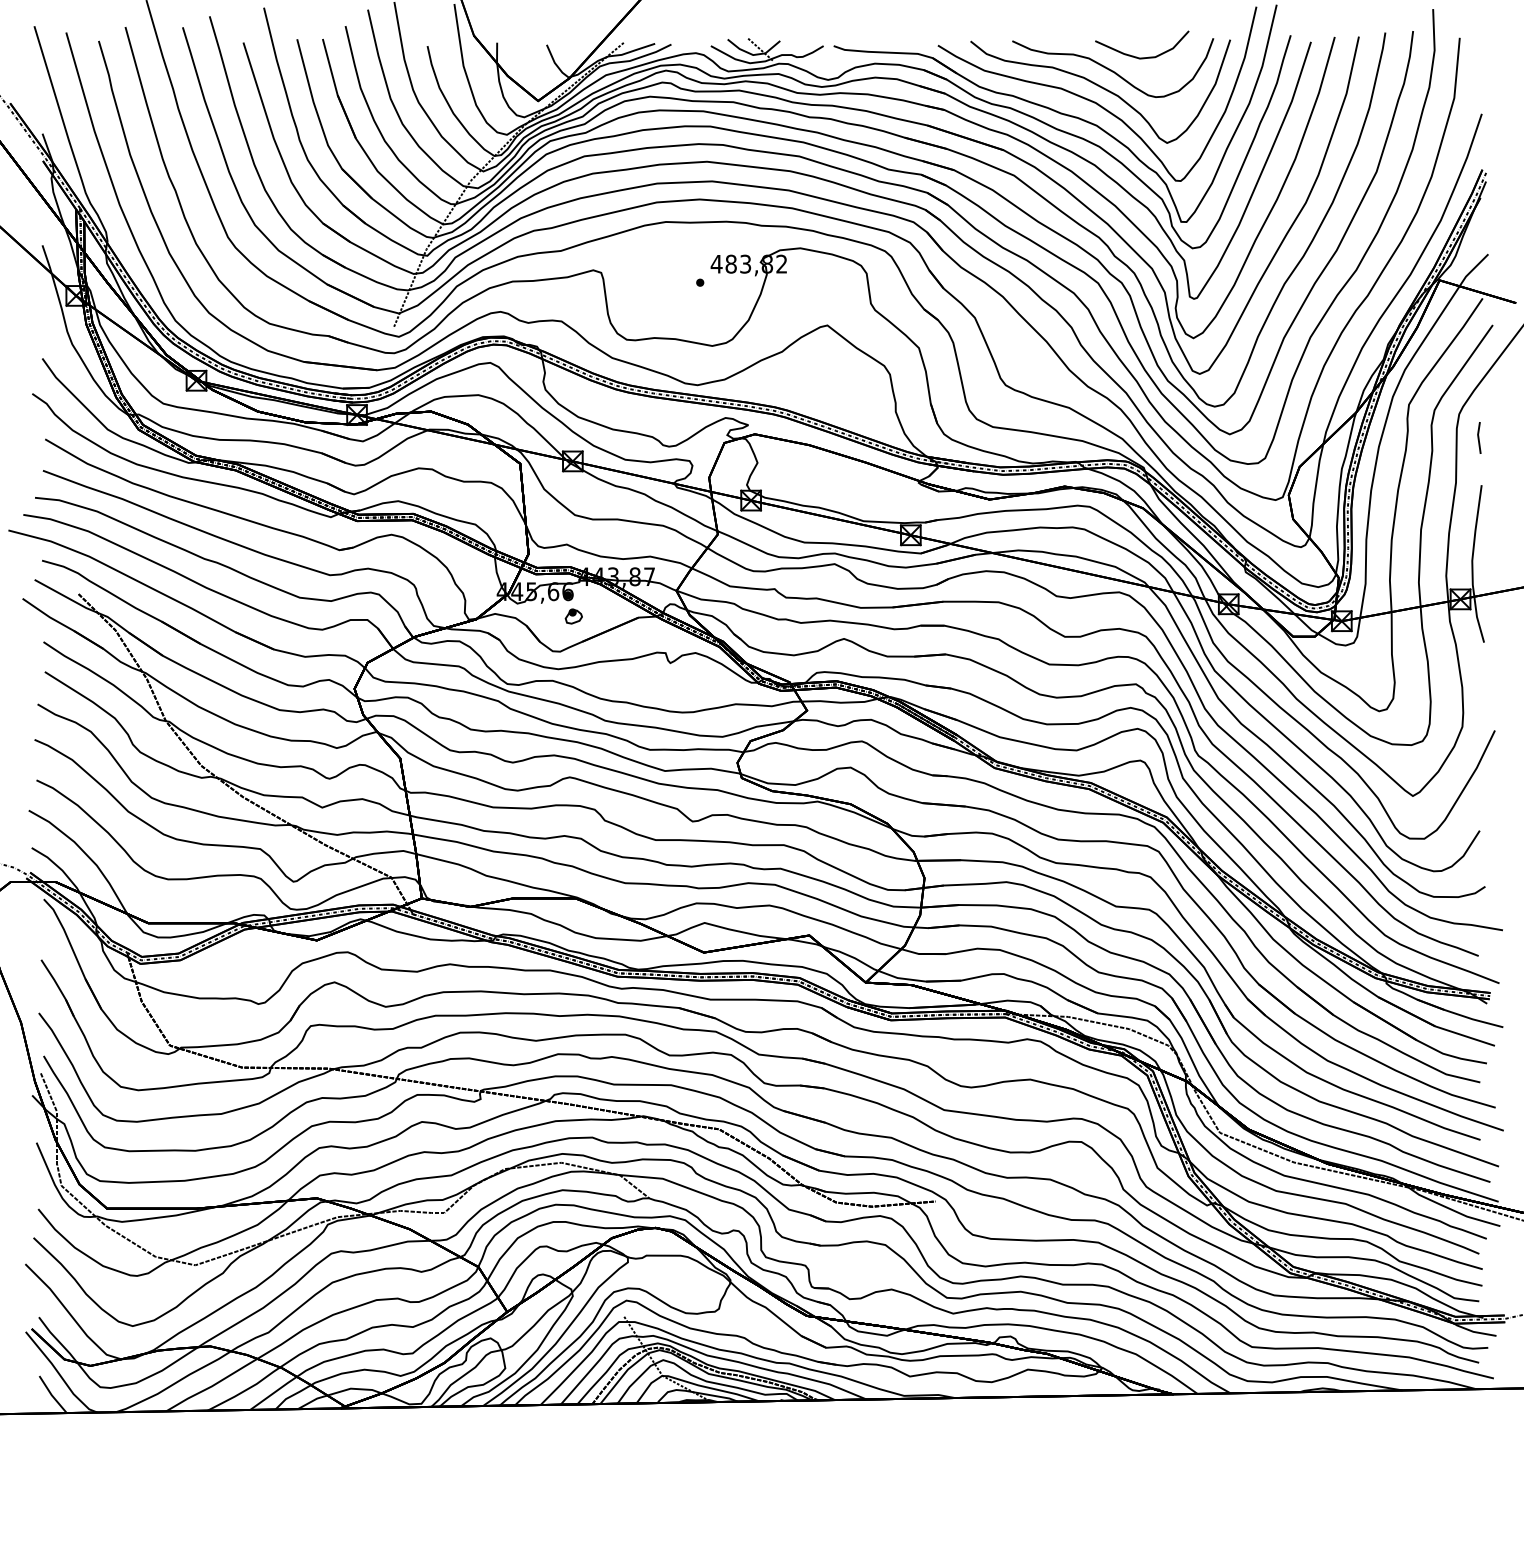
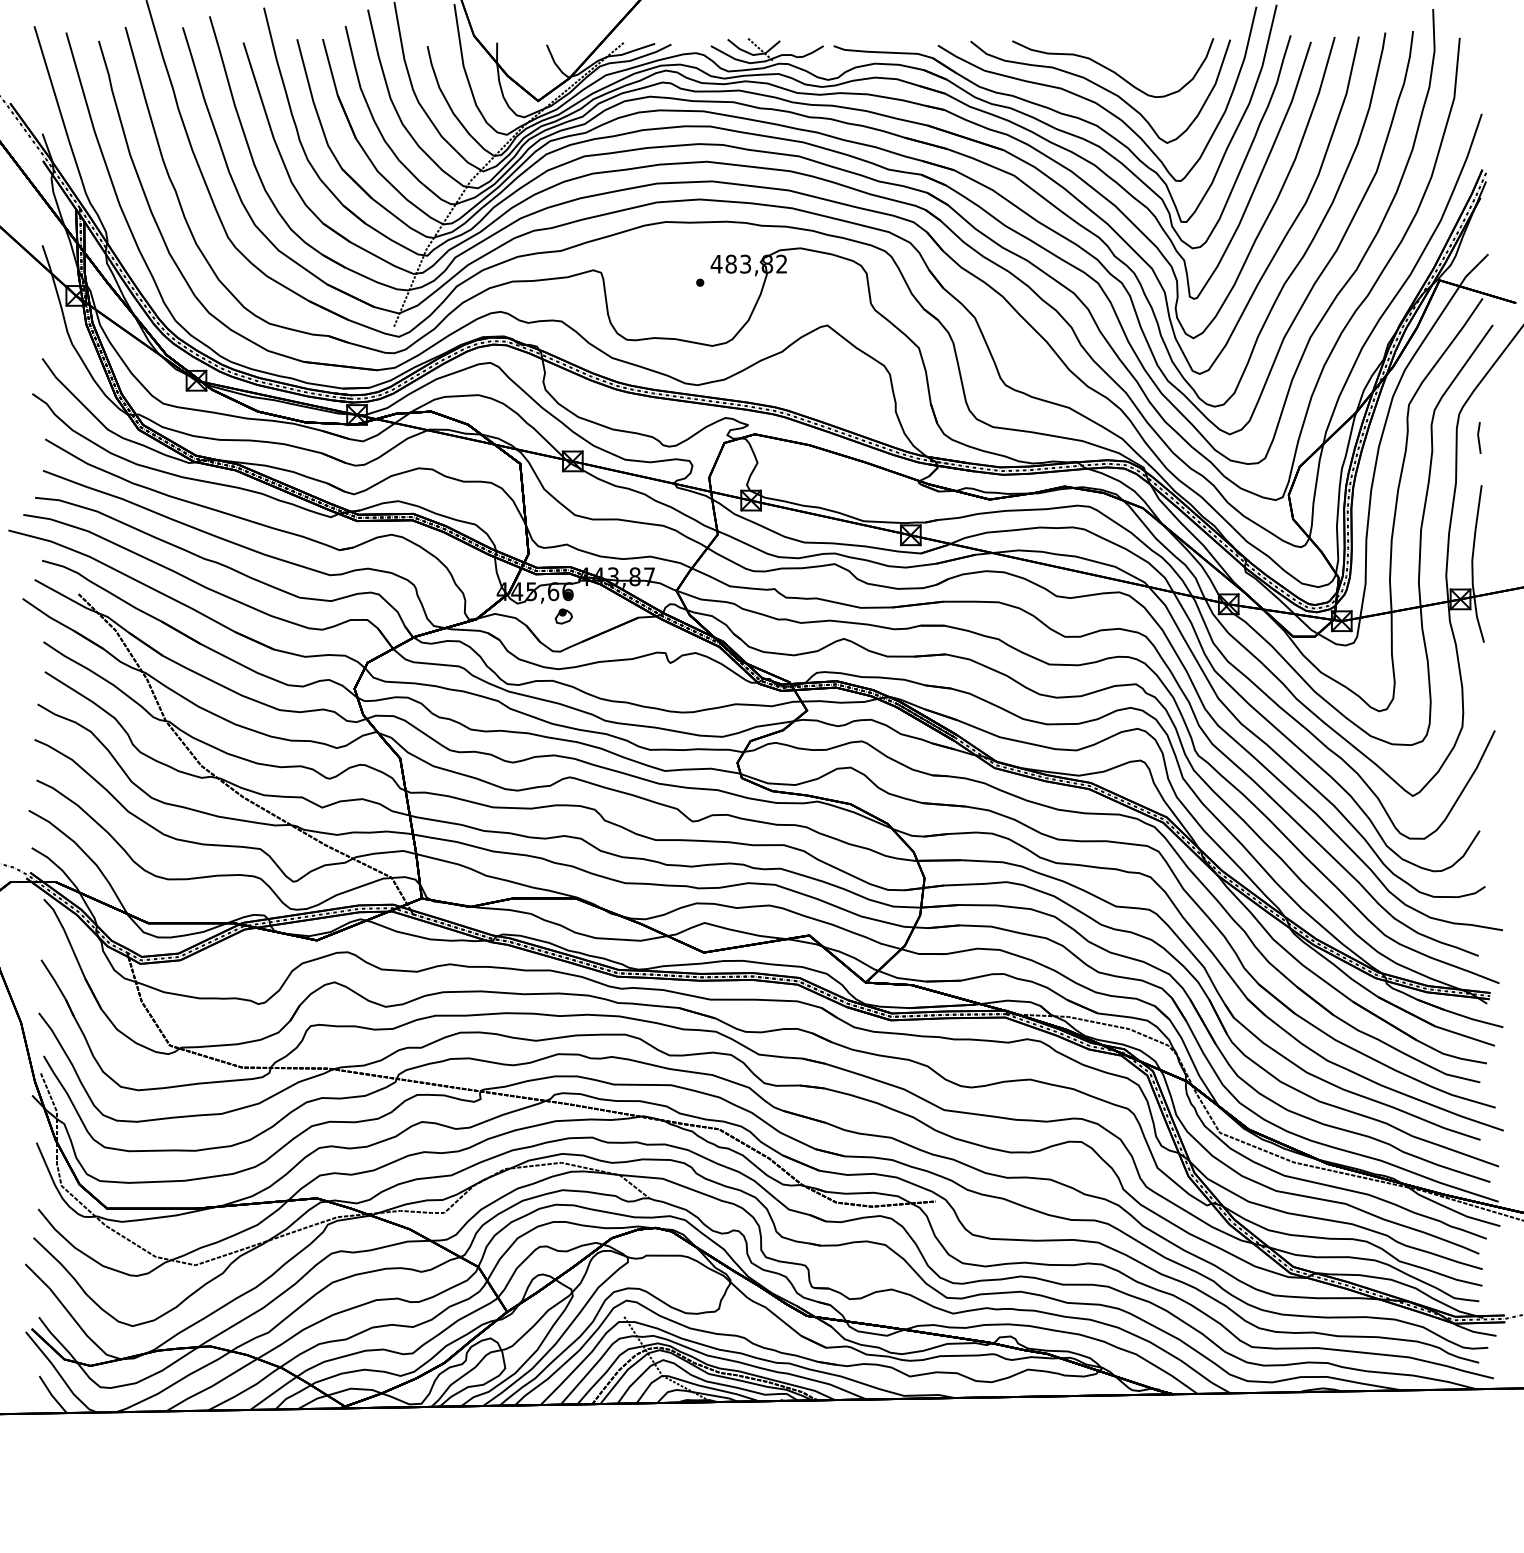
curve at (1142, 57): present -> none
part at (573, 616) position: (573, 616) -> (563, 616)
